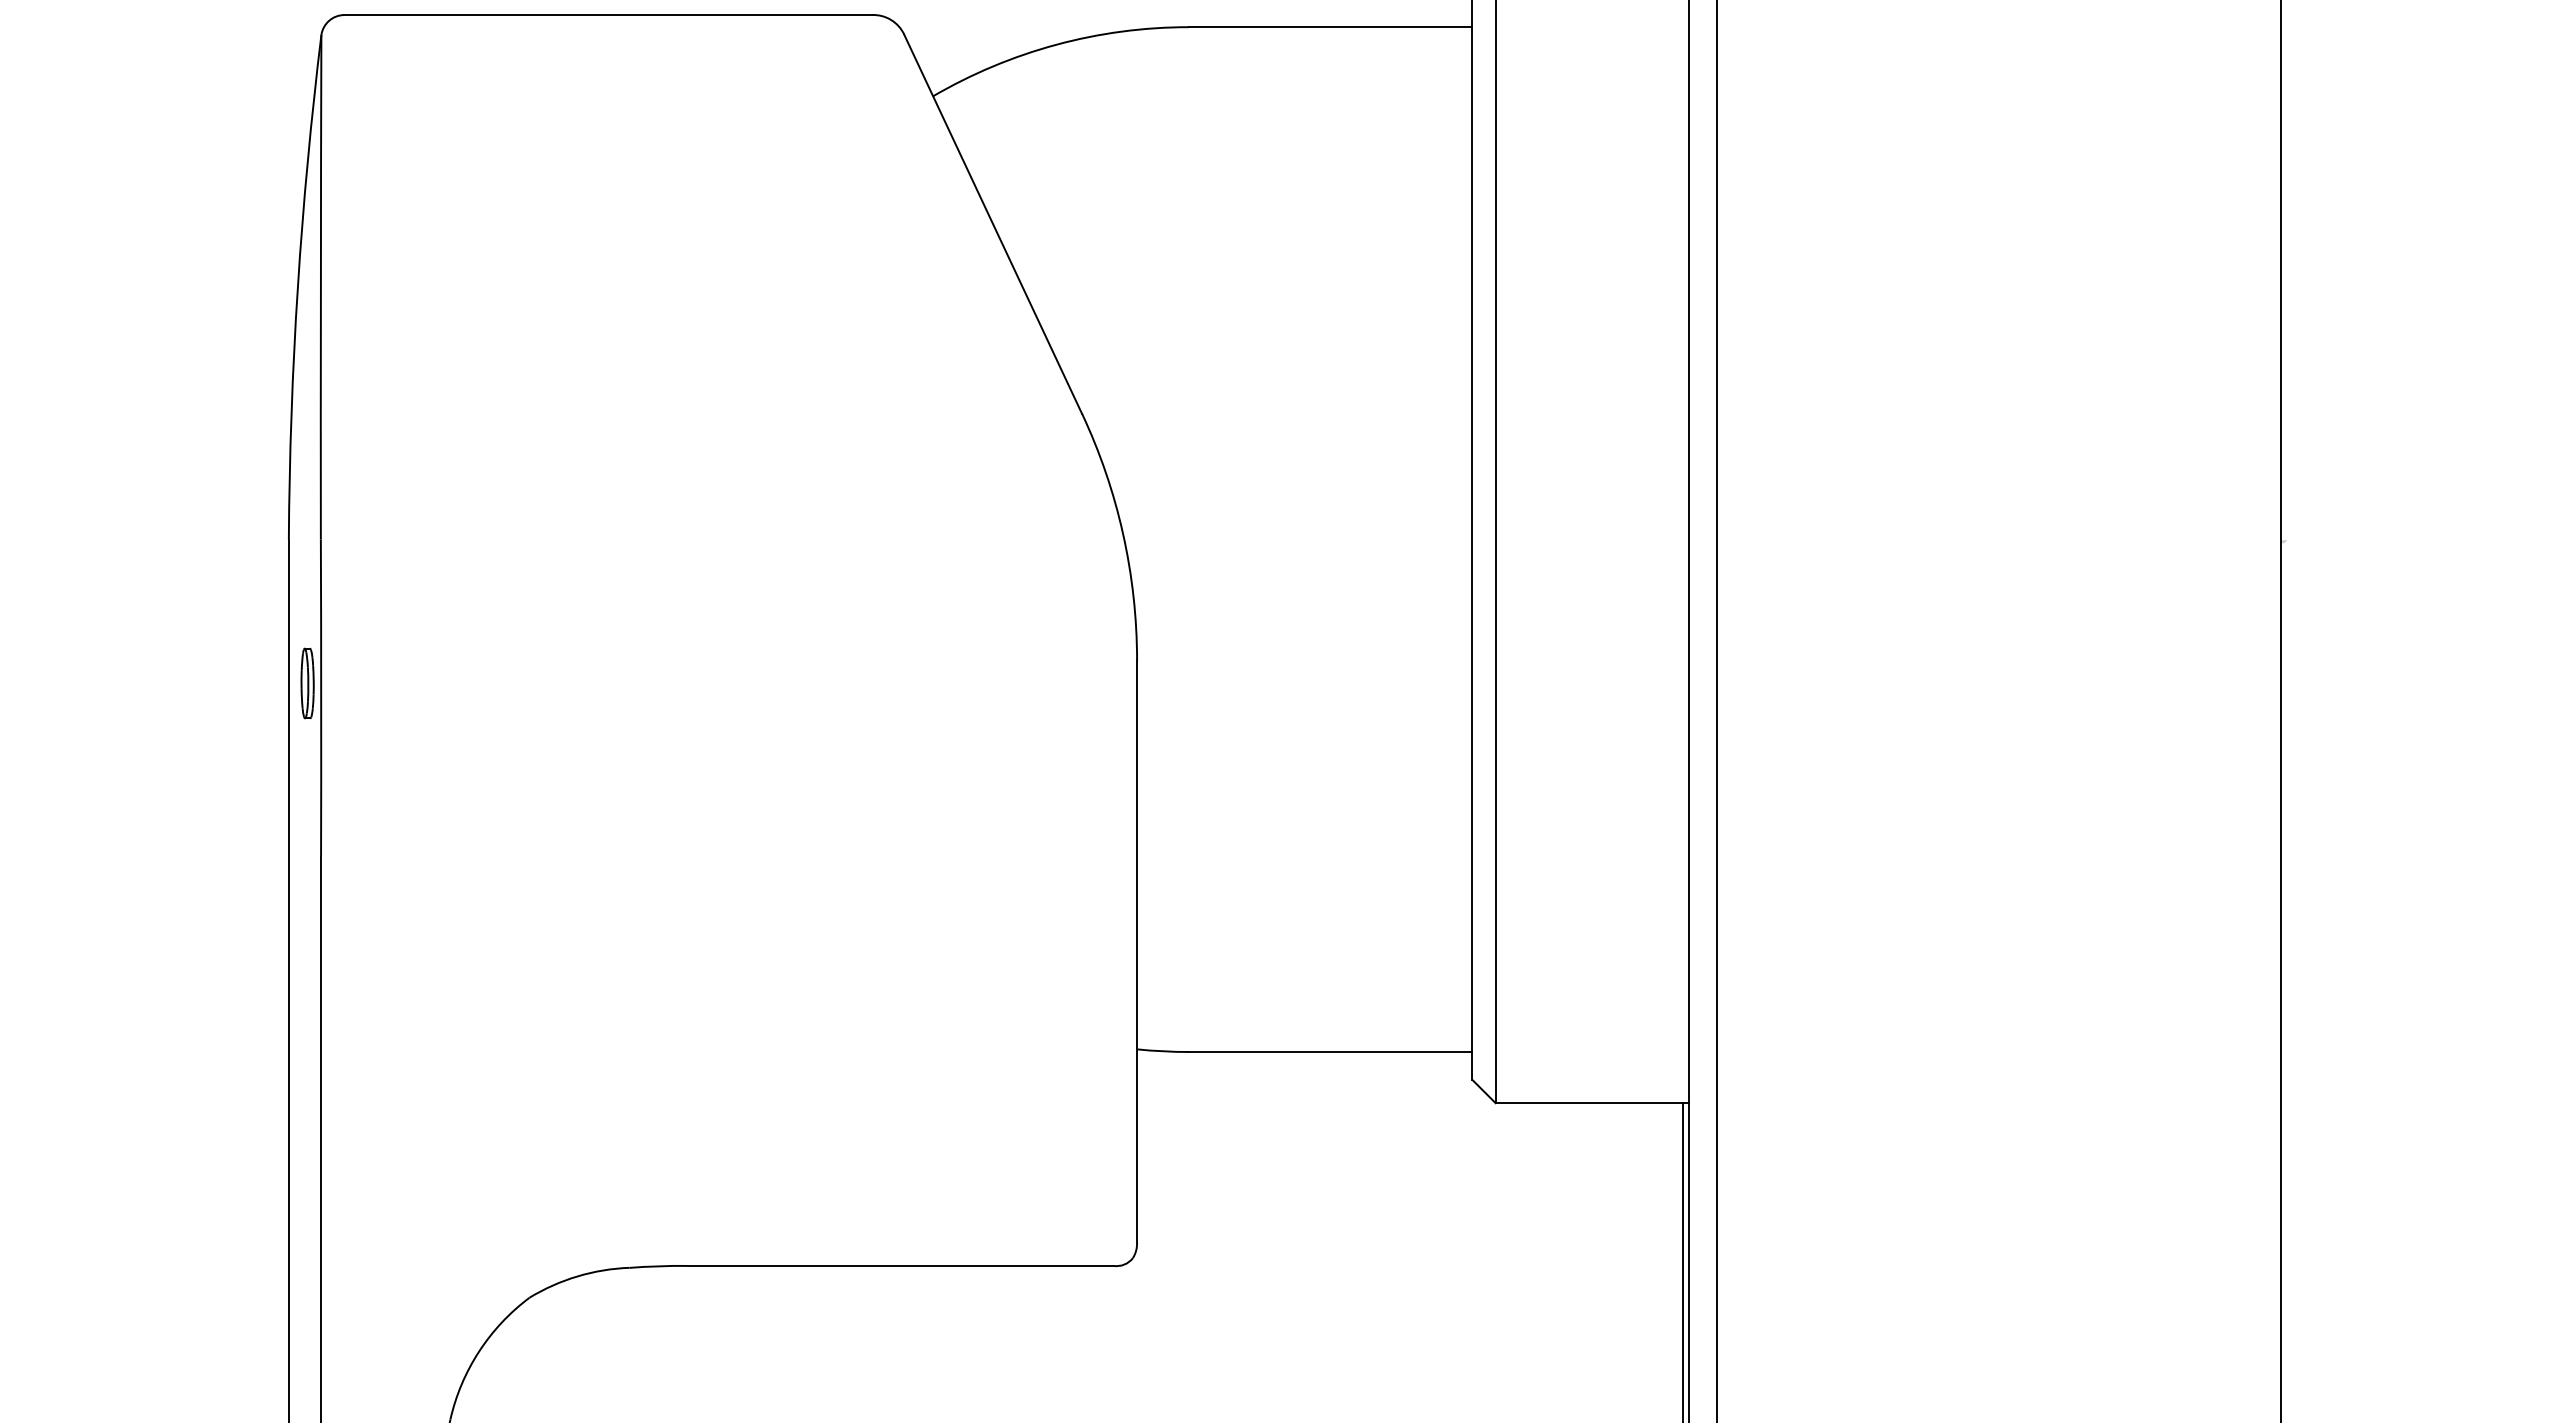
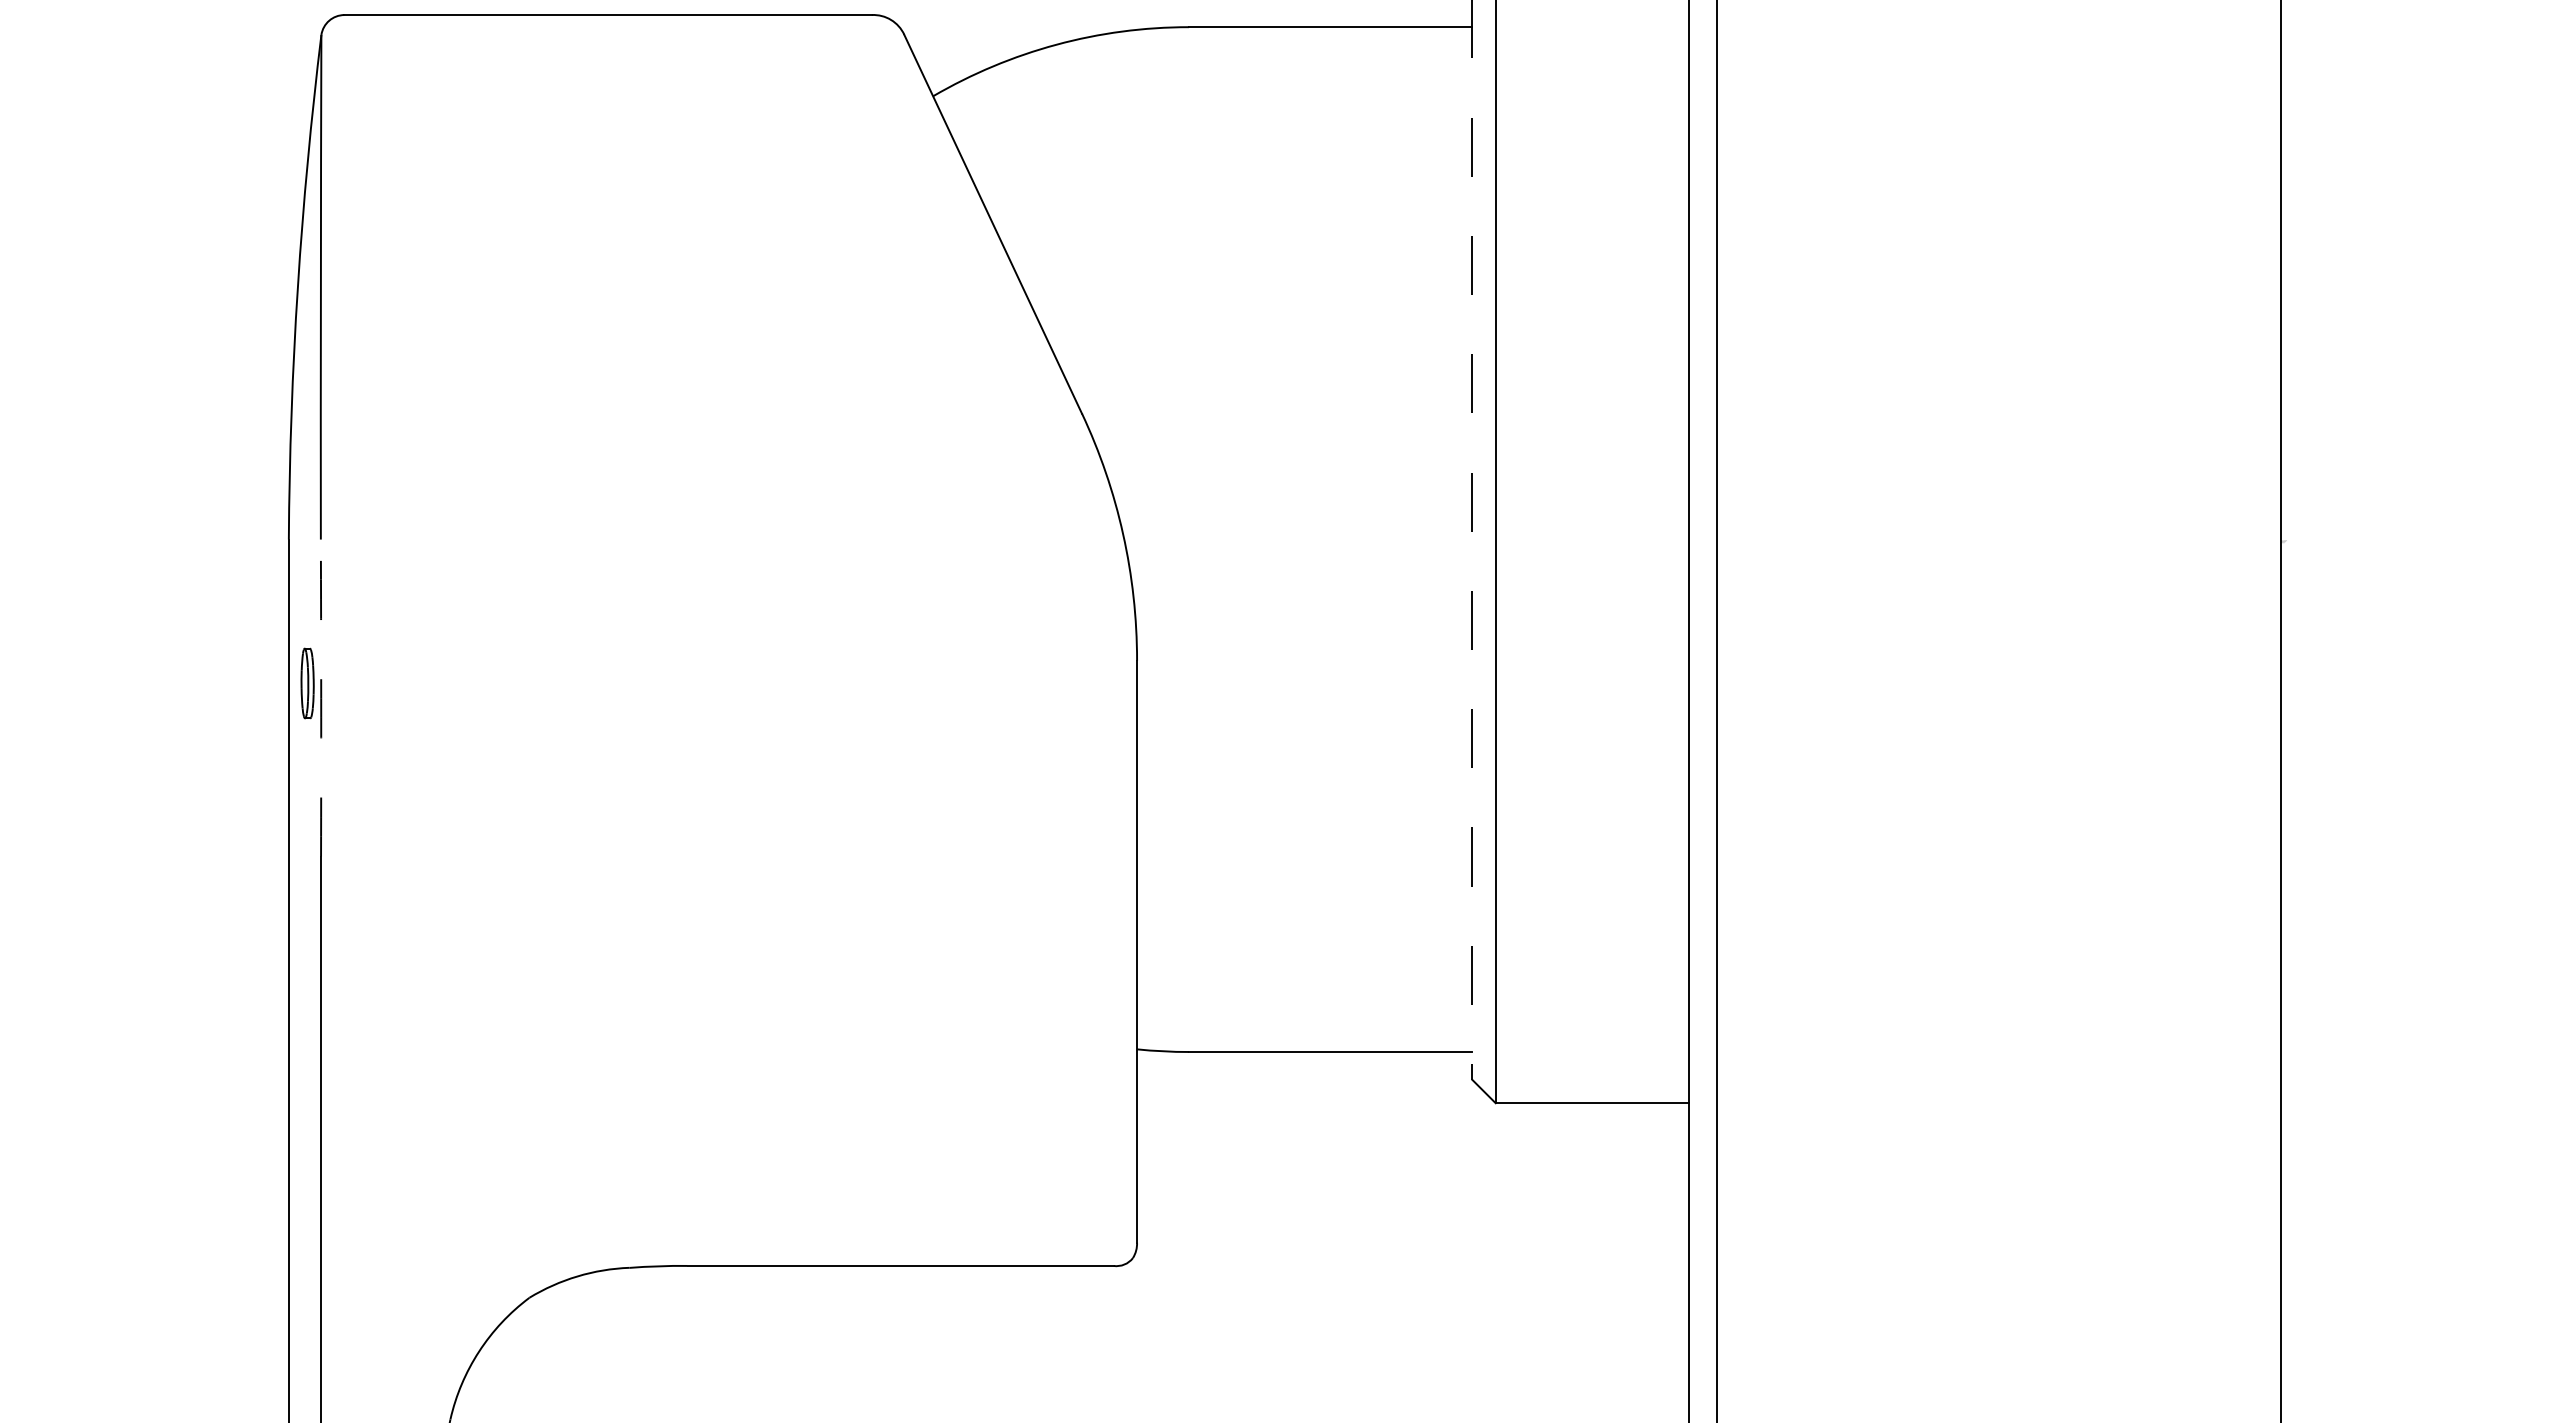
line at (1472, 540): solid -> dashed
arc at (321, 698): solid -> dashed
line at (1683, 1261): present -> none
